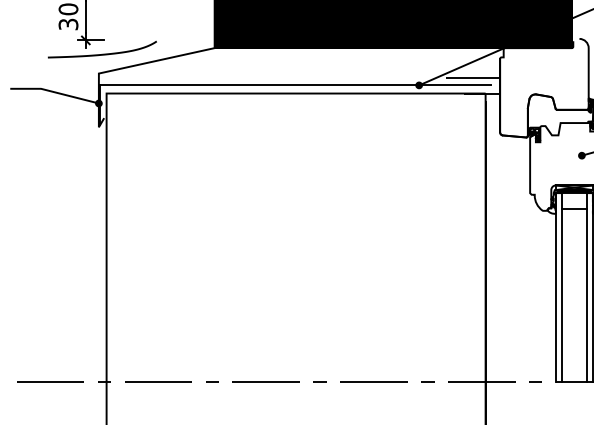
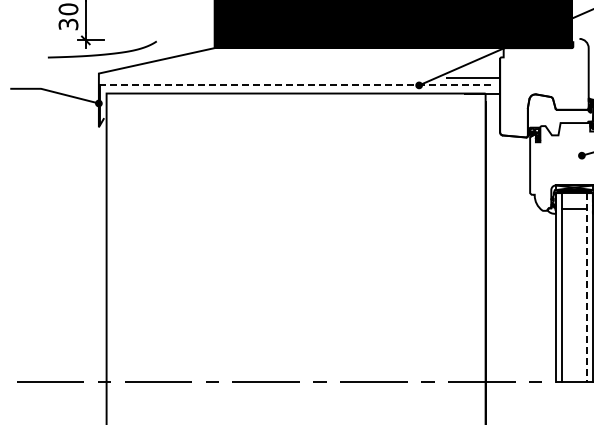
line at (295, 85): solid -> dashed
line at (586, 288): solid -> dashed
